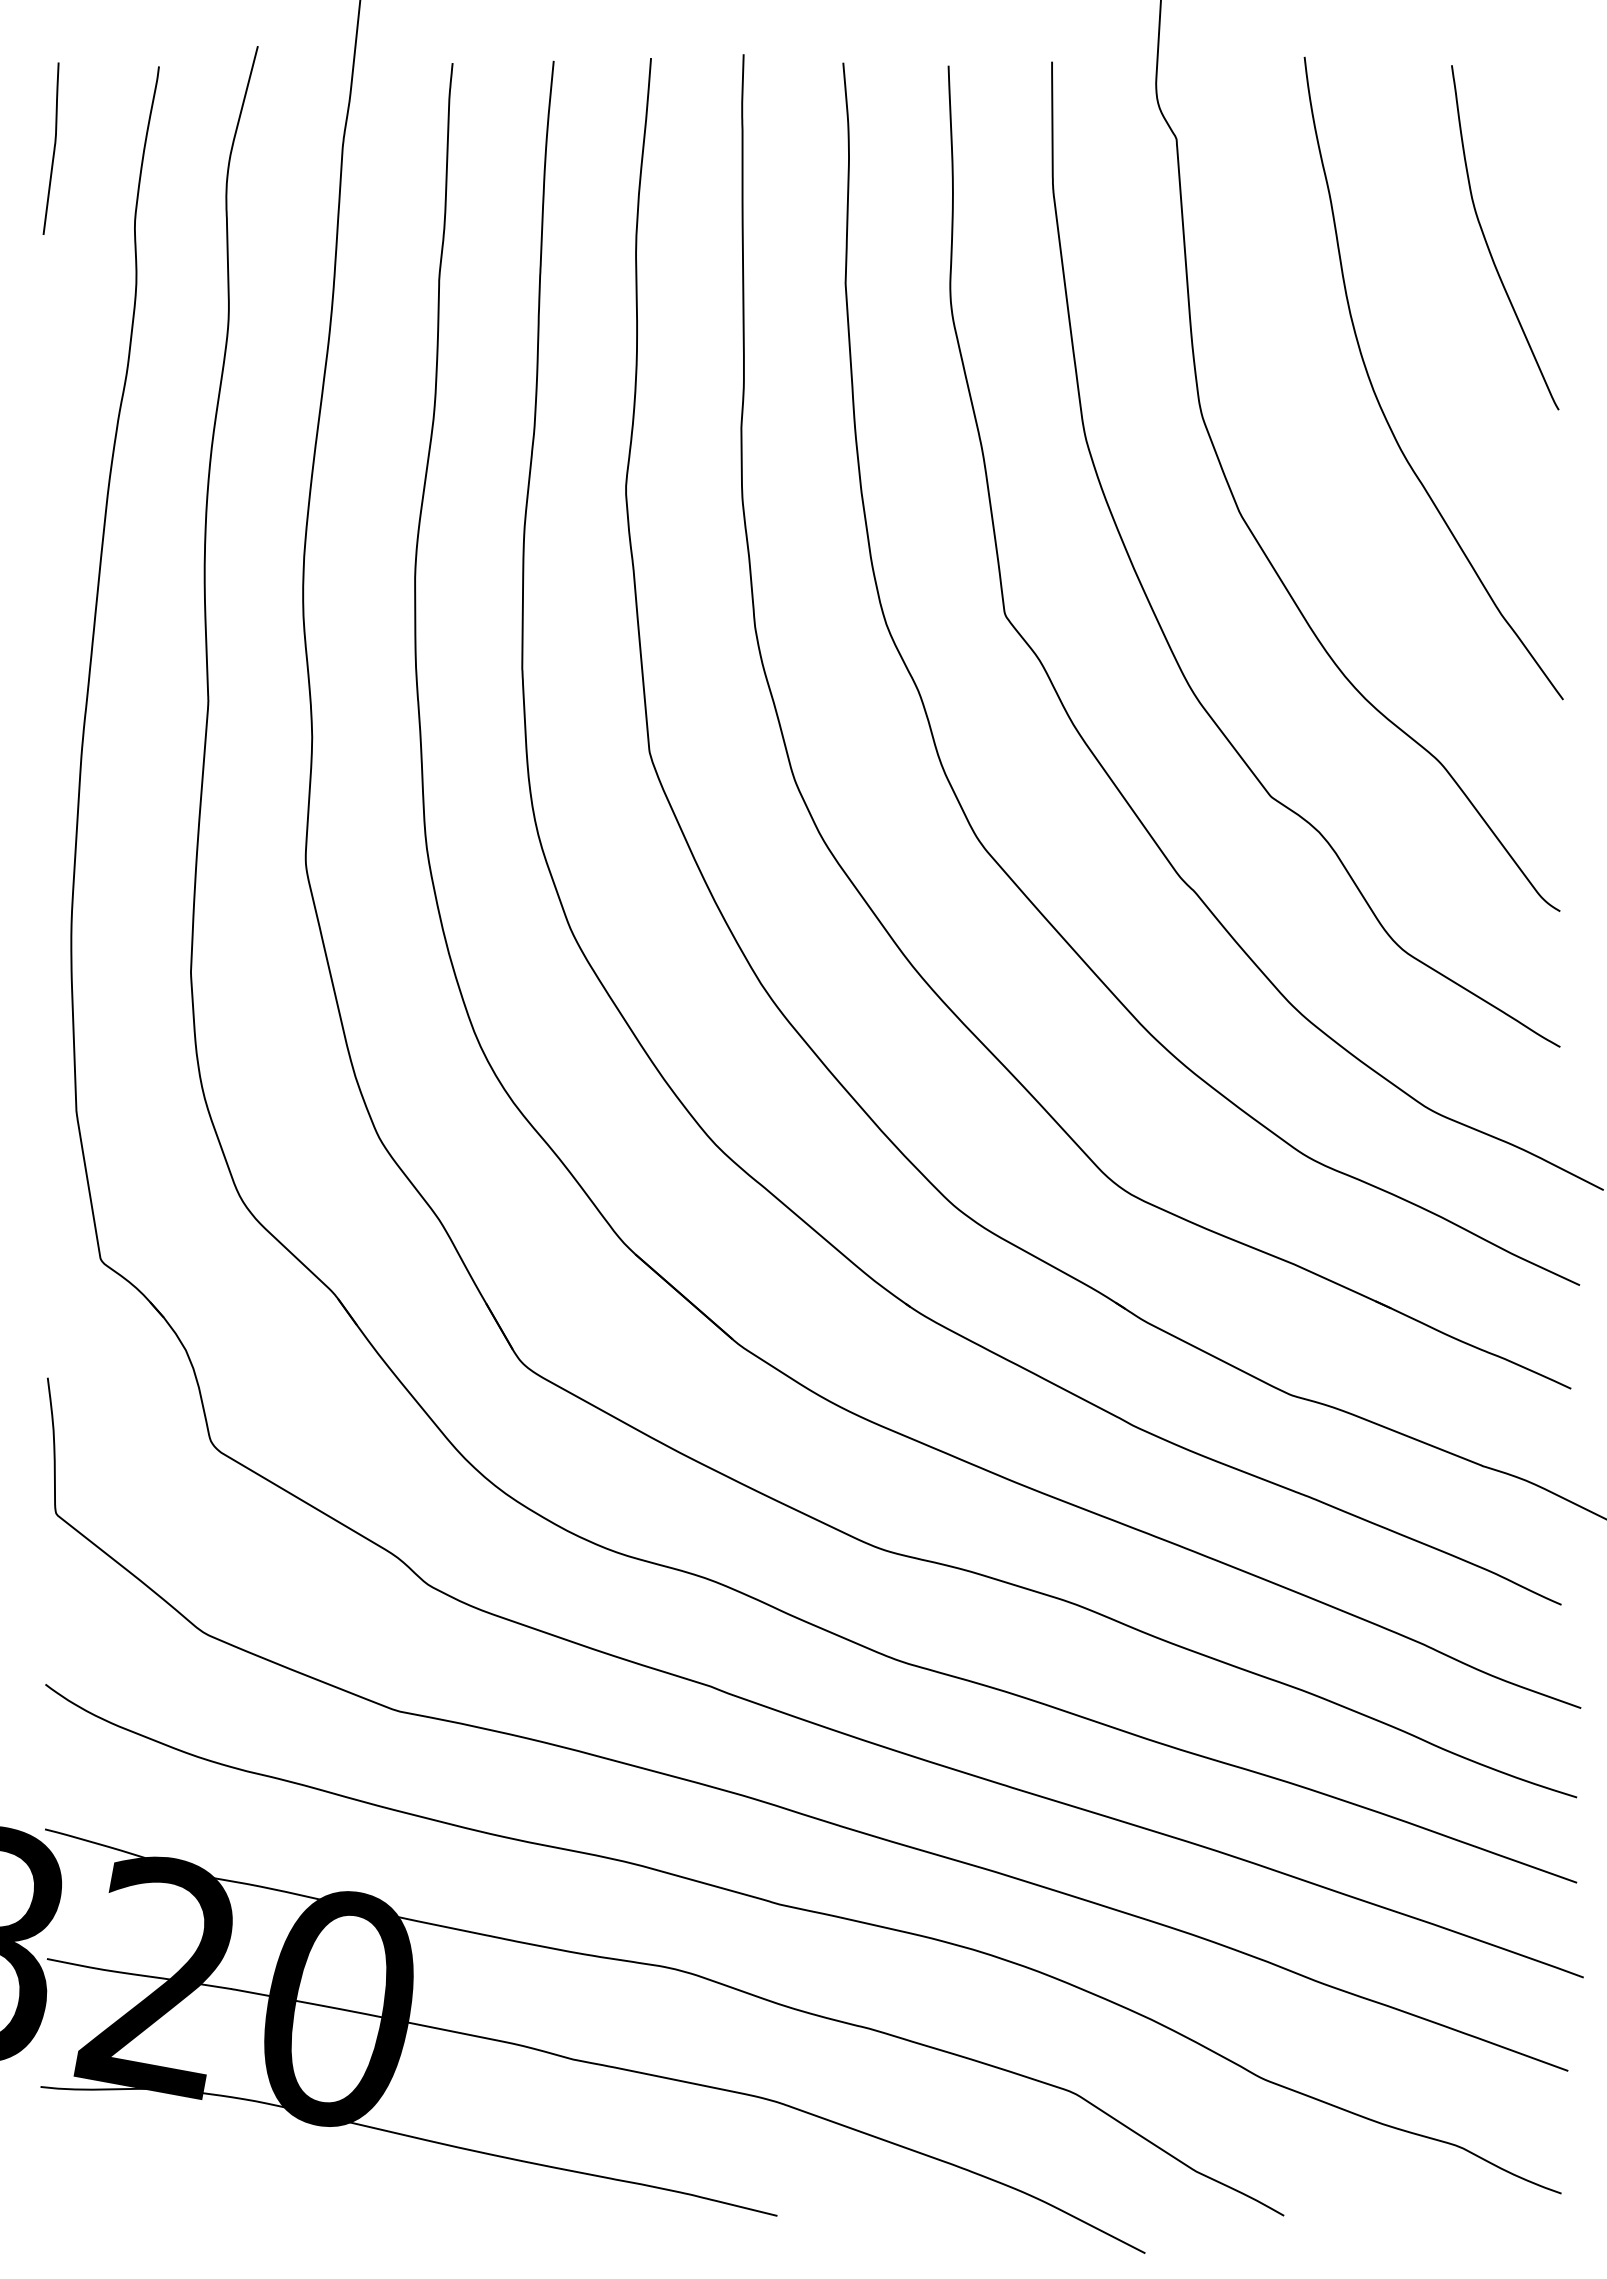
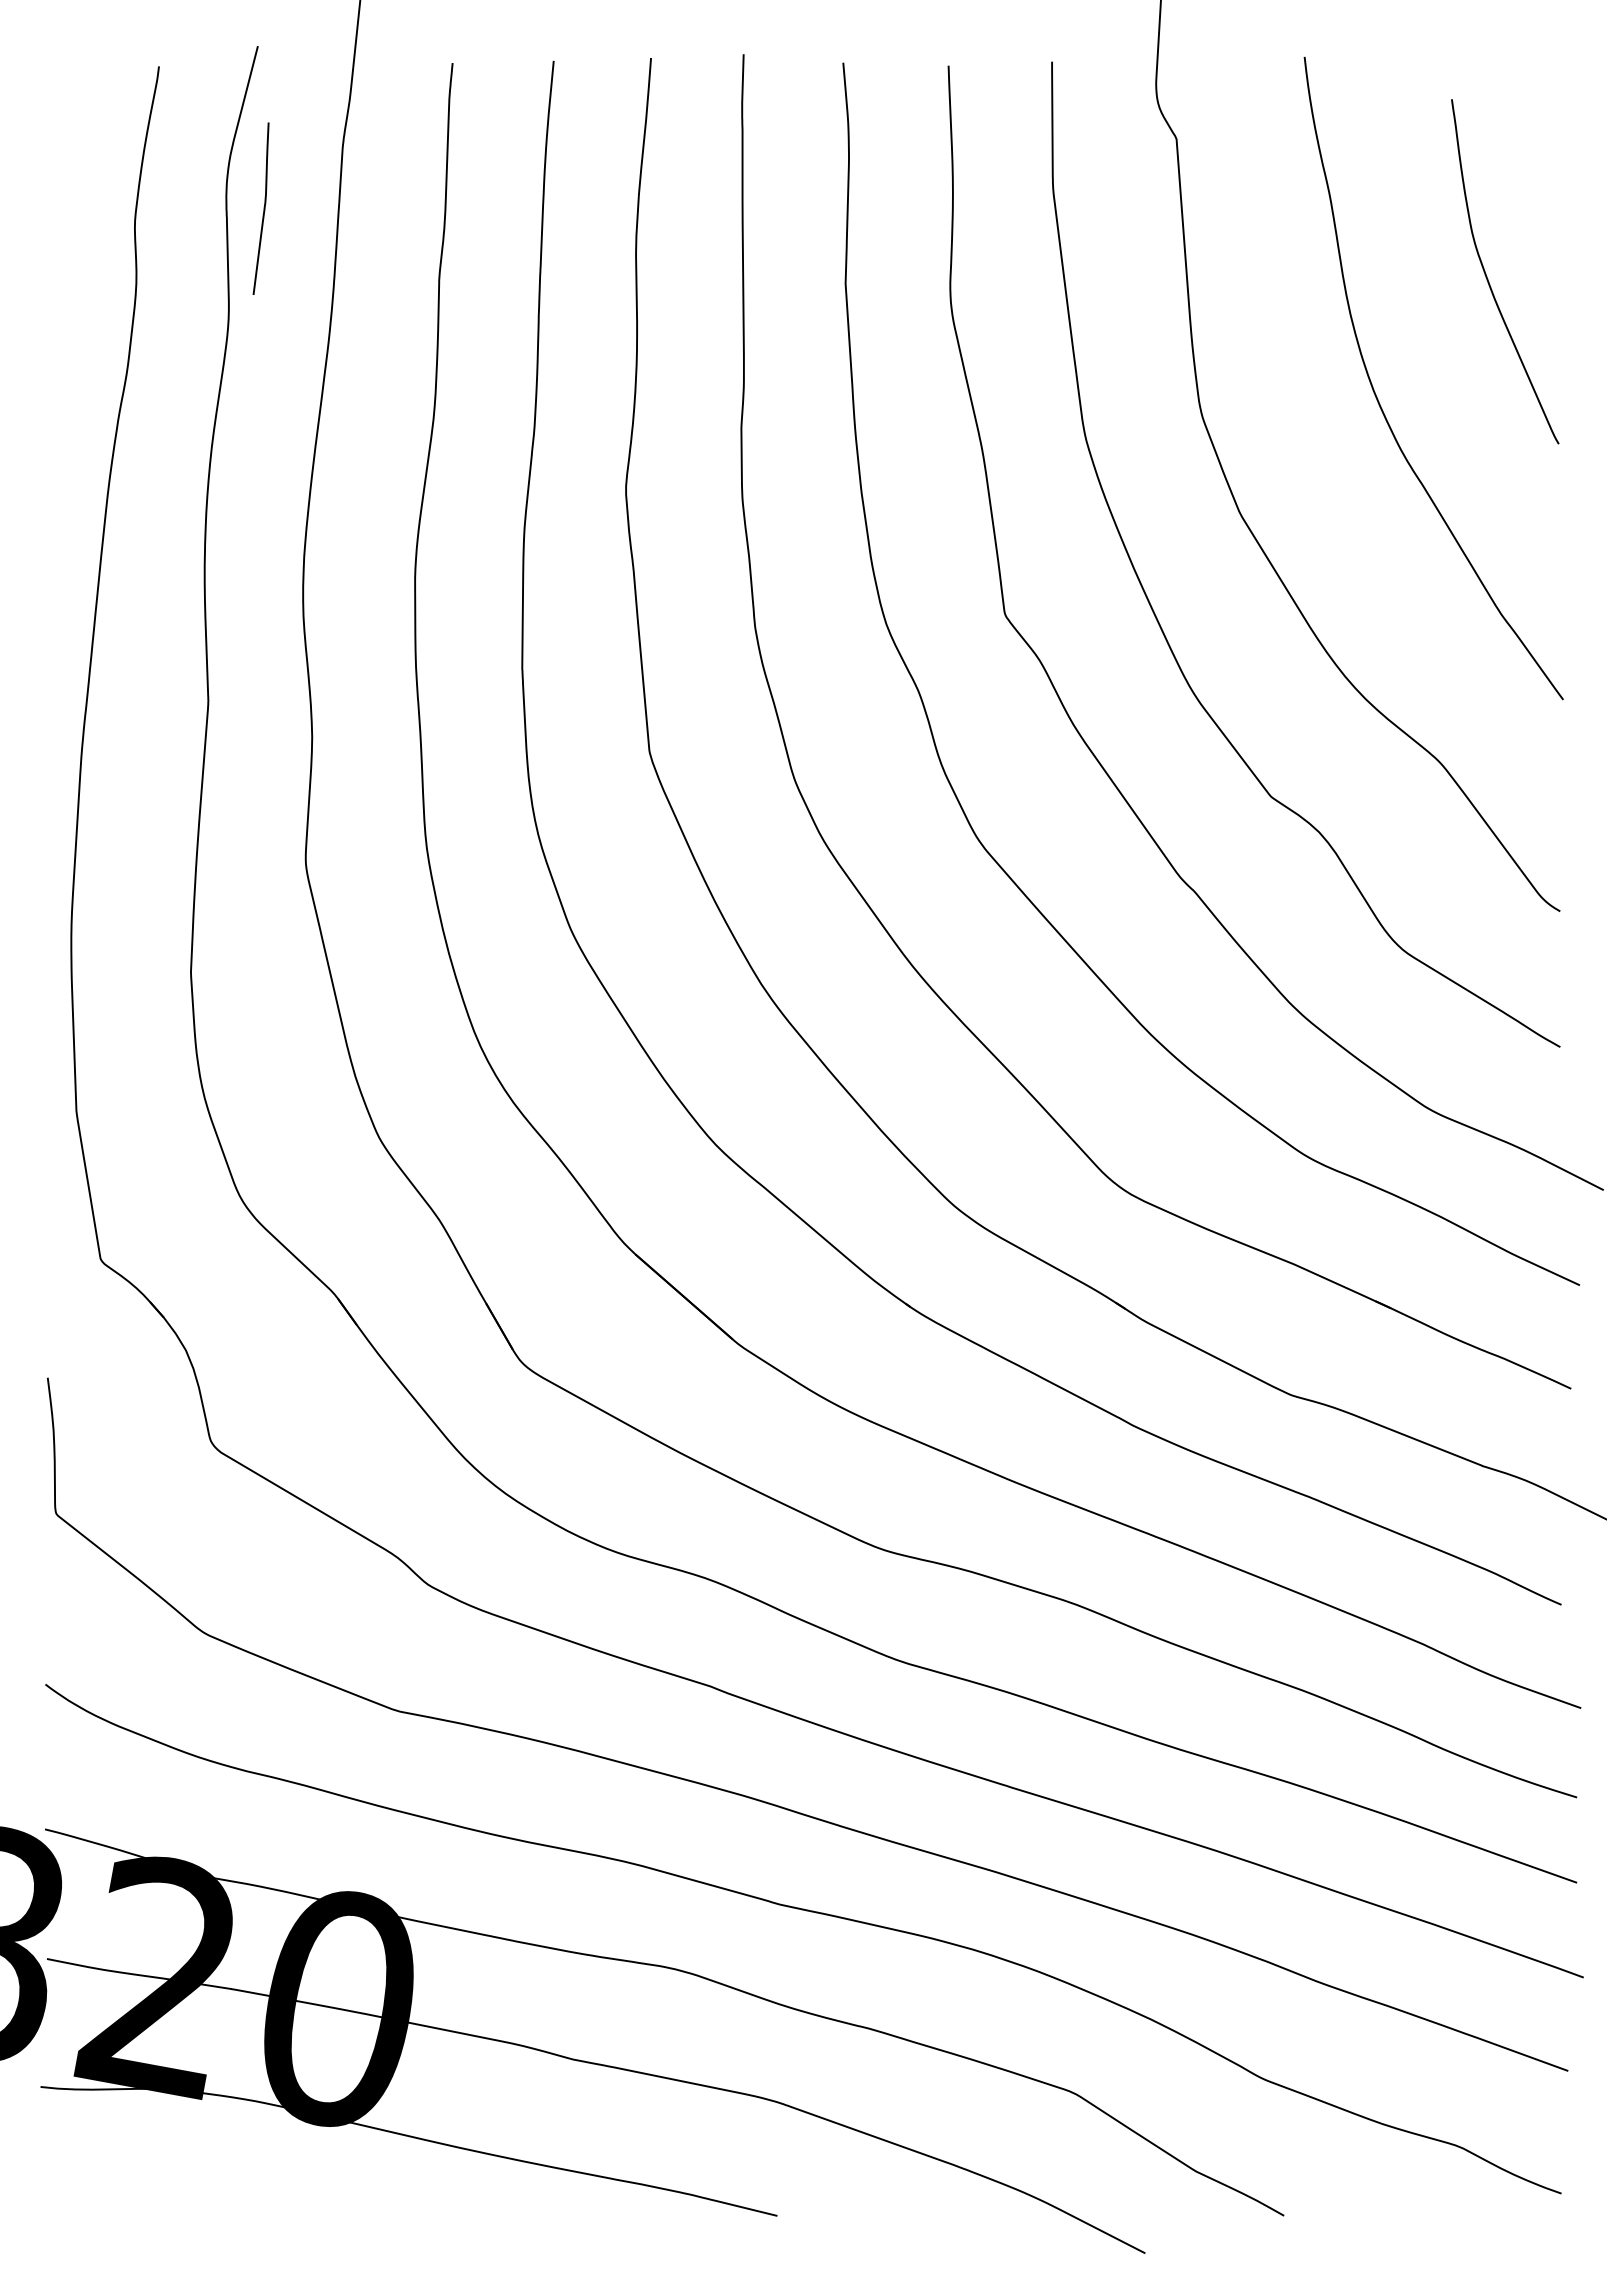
curve at (53, 148) position: (53, 148) -> (263, 208)
curve at (1487, 242) position: (1487, 242) -> (1487, 276)
